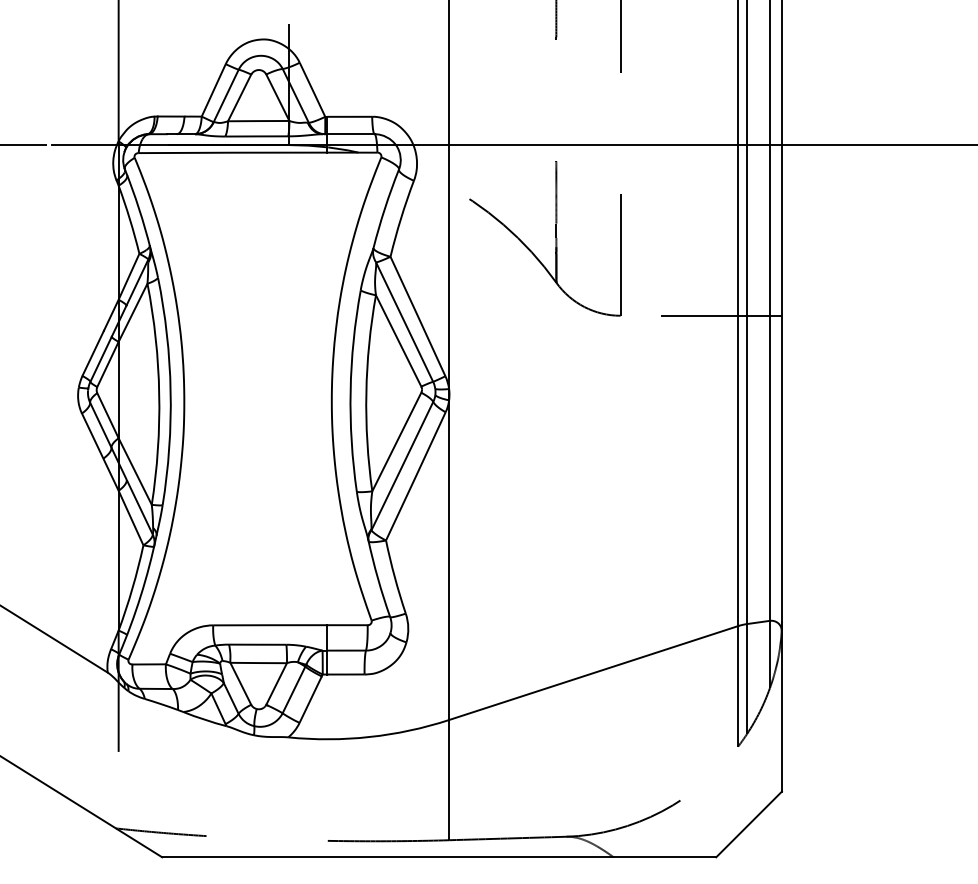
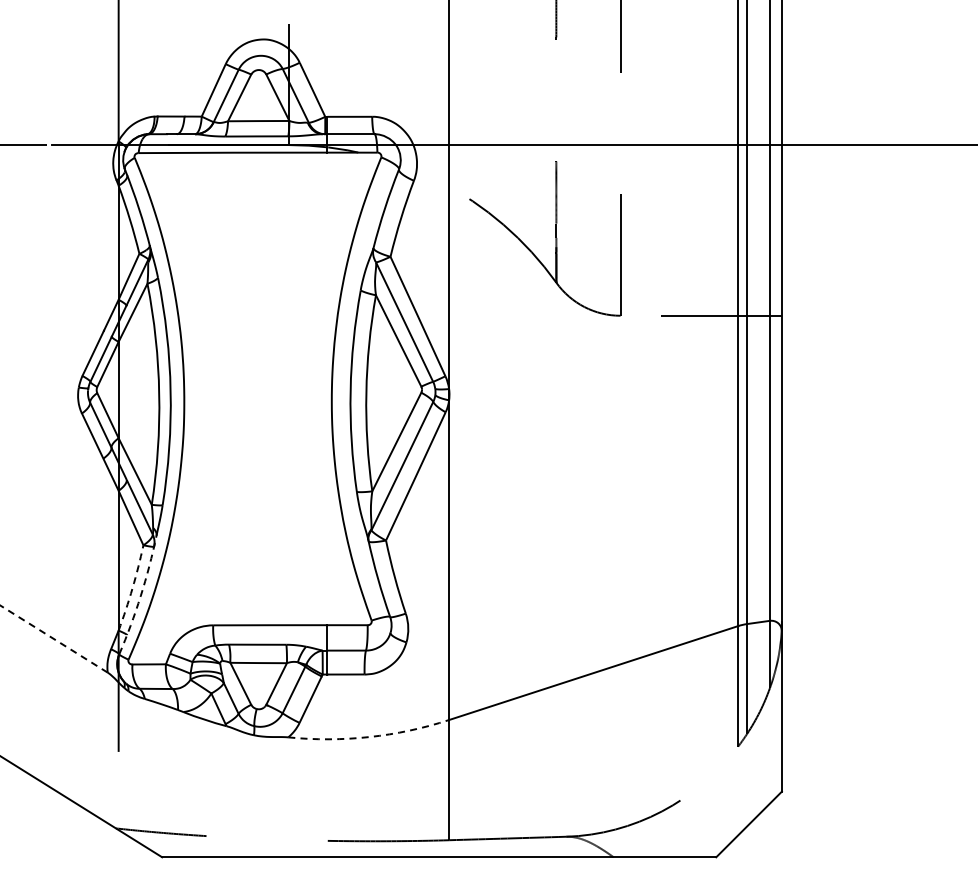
arc at (132, 588): solid -> dashed
arc at (140, 596): solid -> dashed
line at (53, 638): solid -> dashed
arc at (369, 737): solid -> dashed
